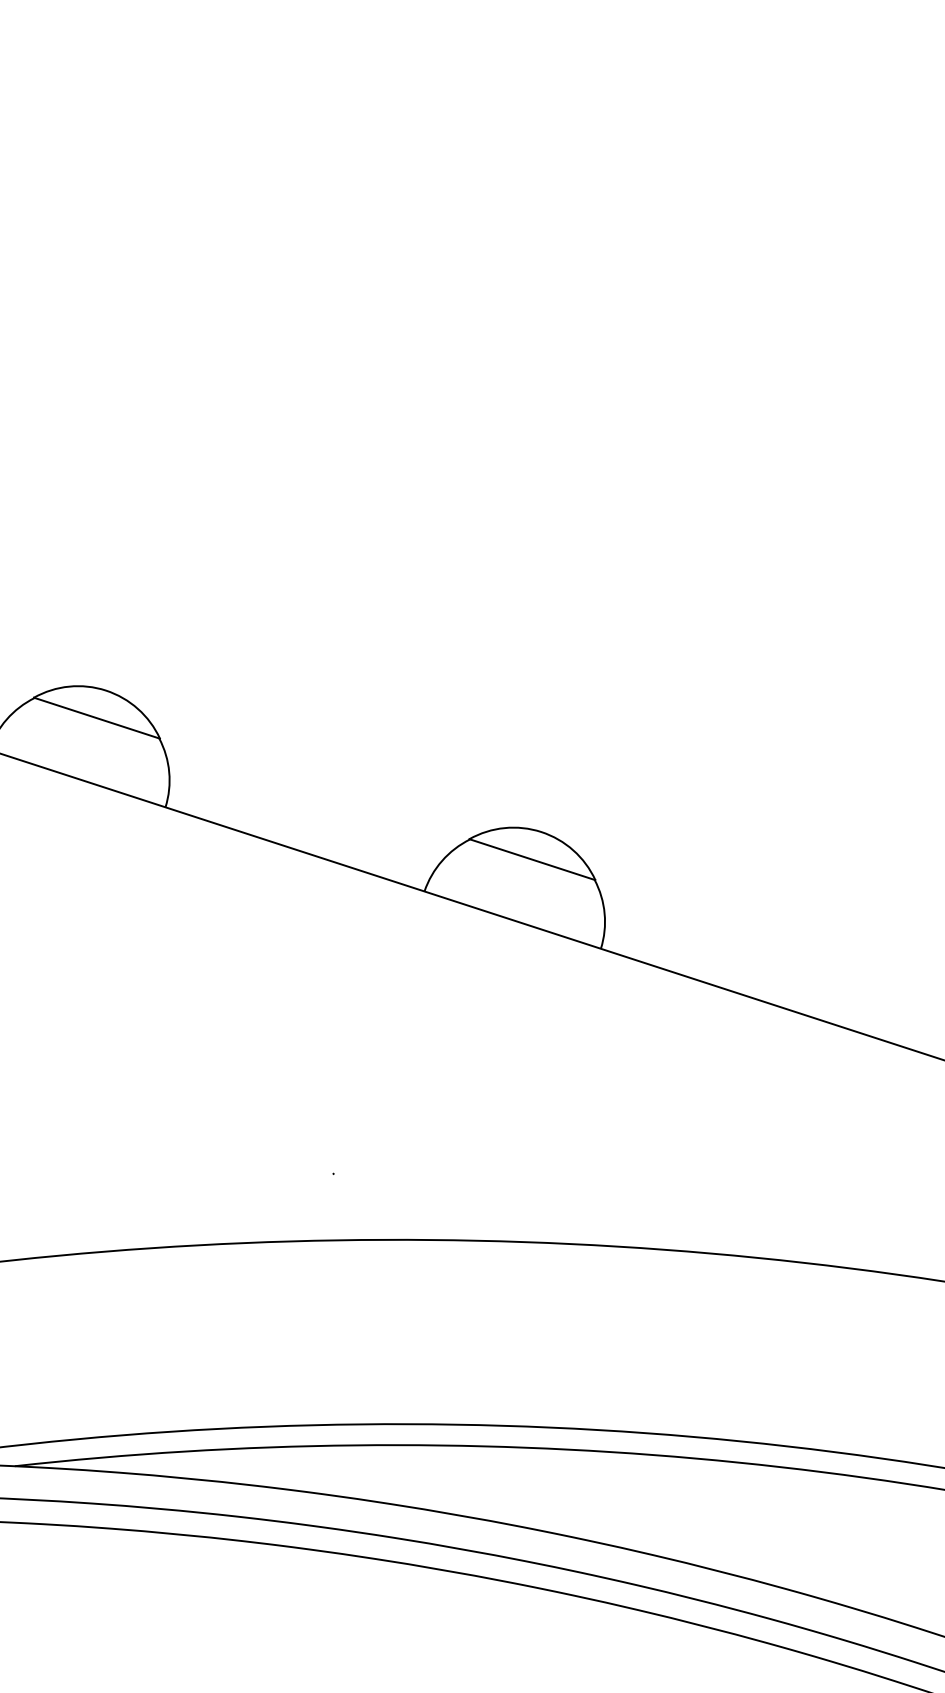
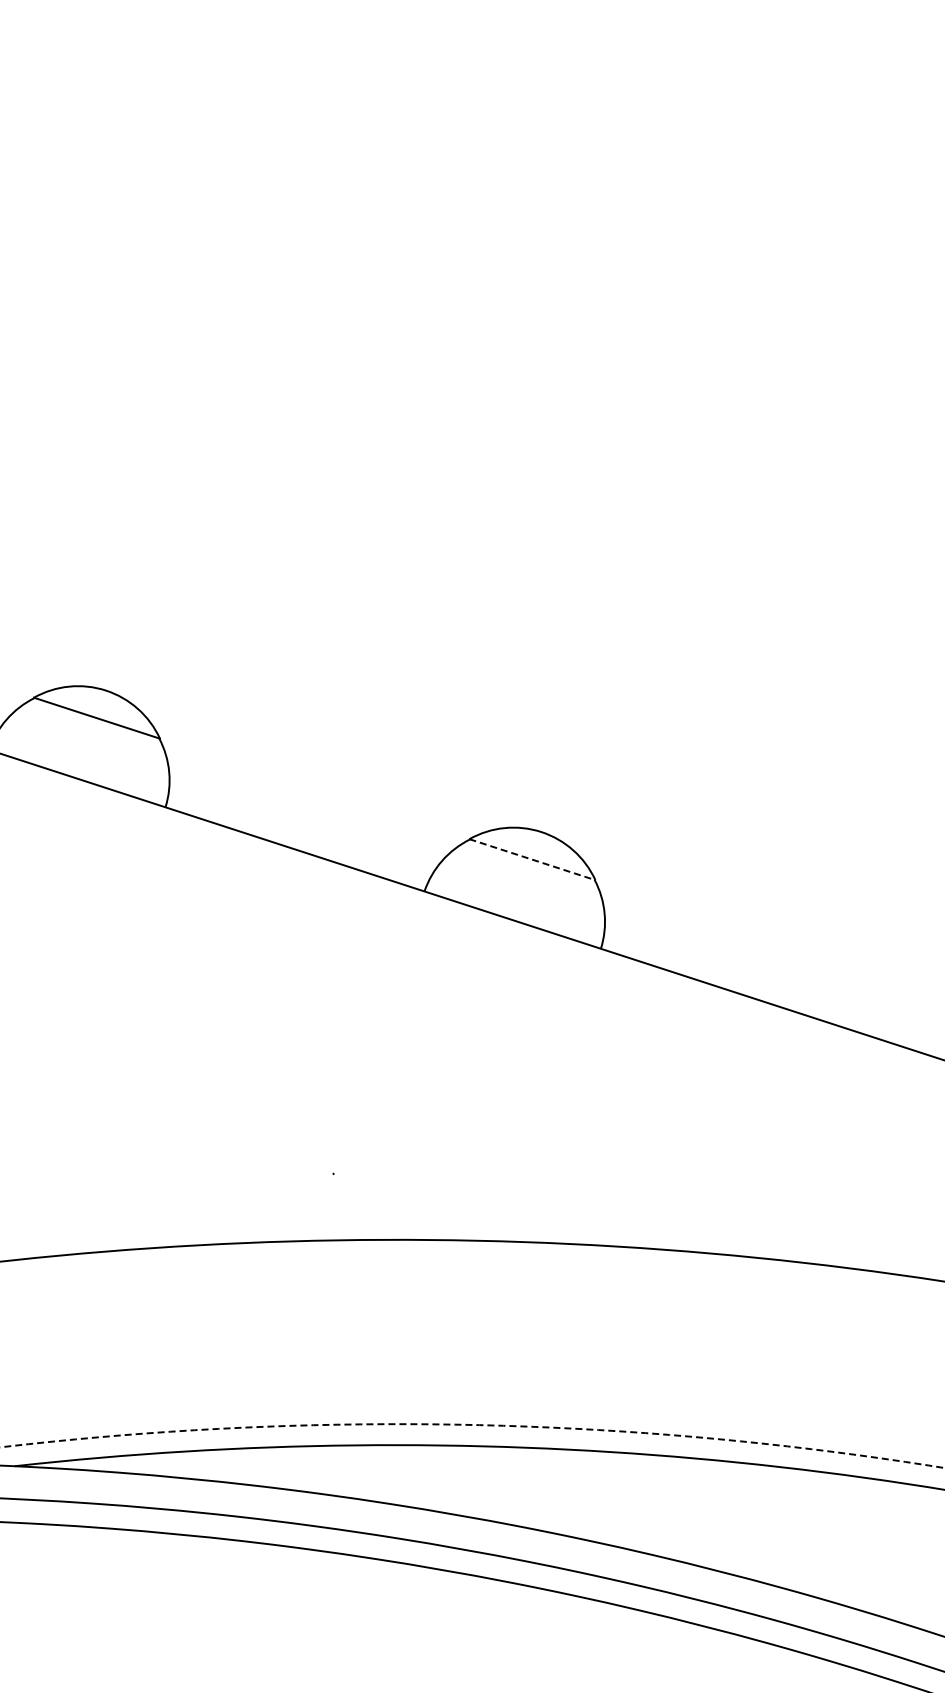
line at (532, 859): solid -> dashed
arc at (472, 1425): solid -> dashed
